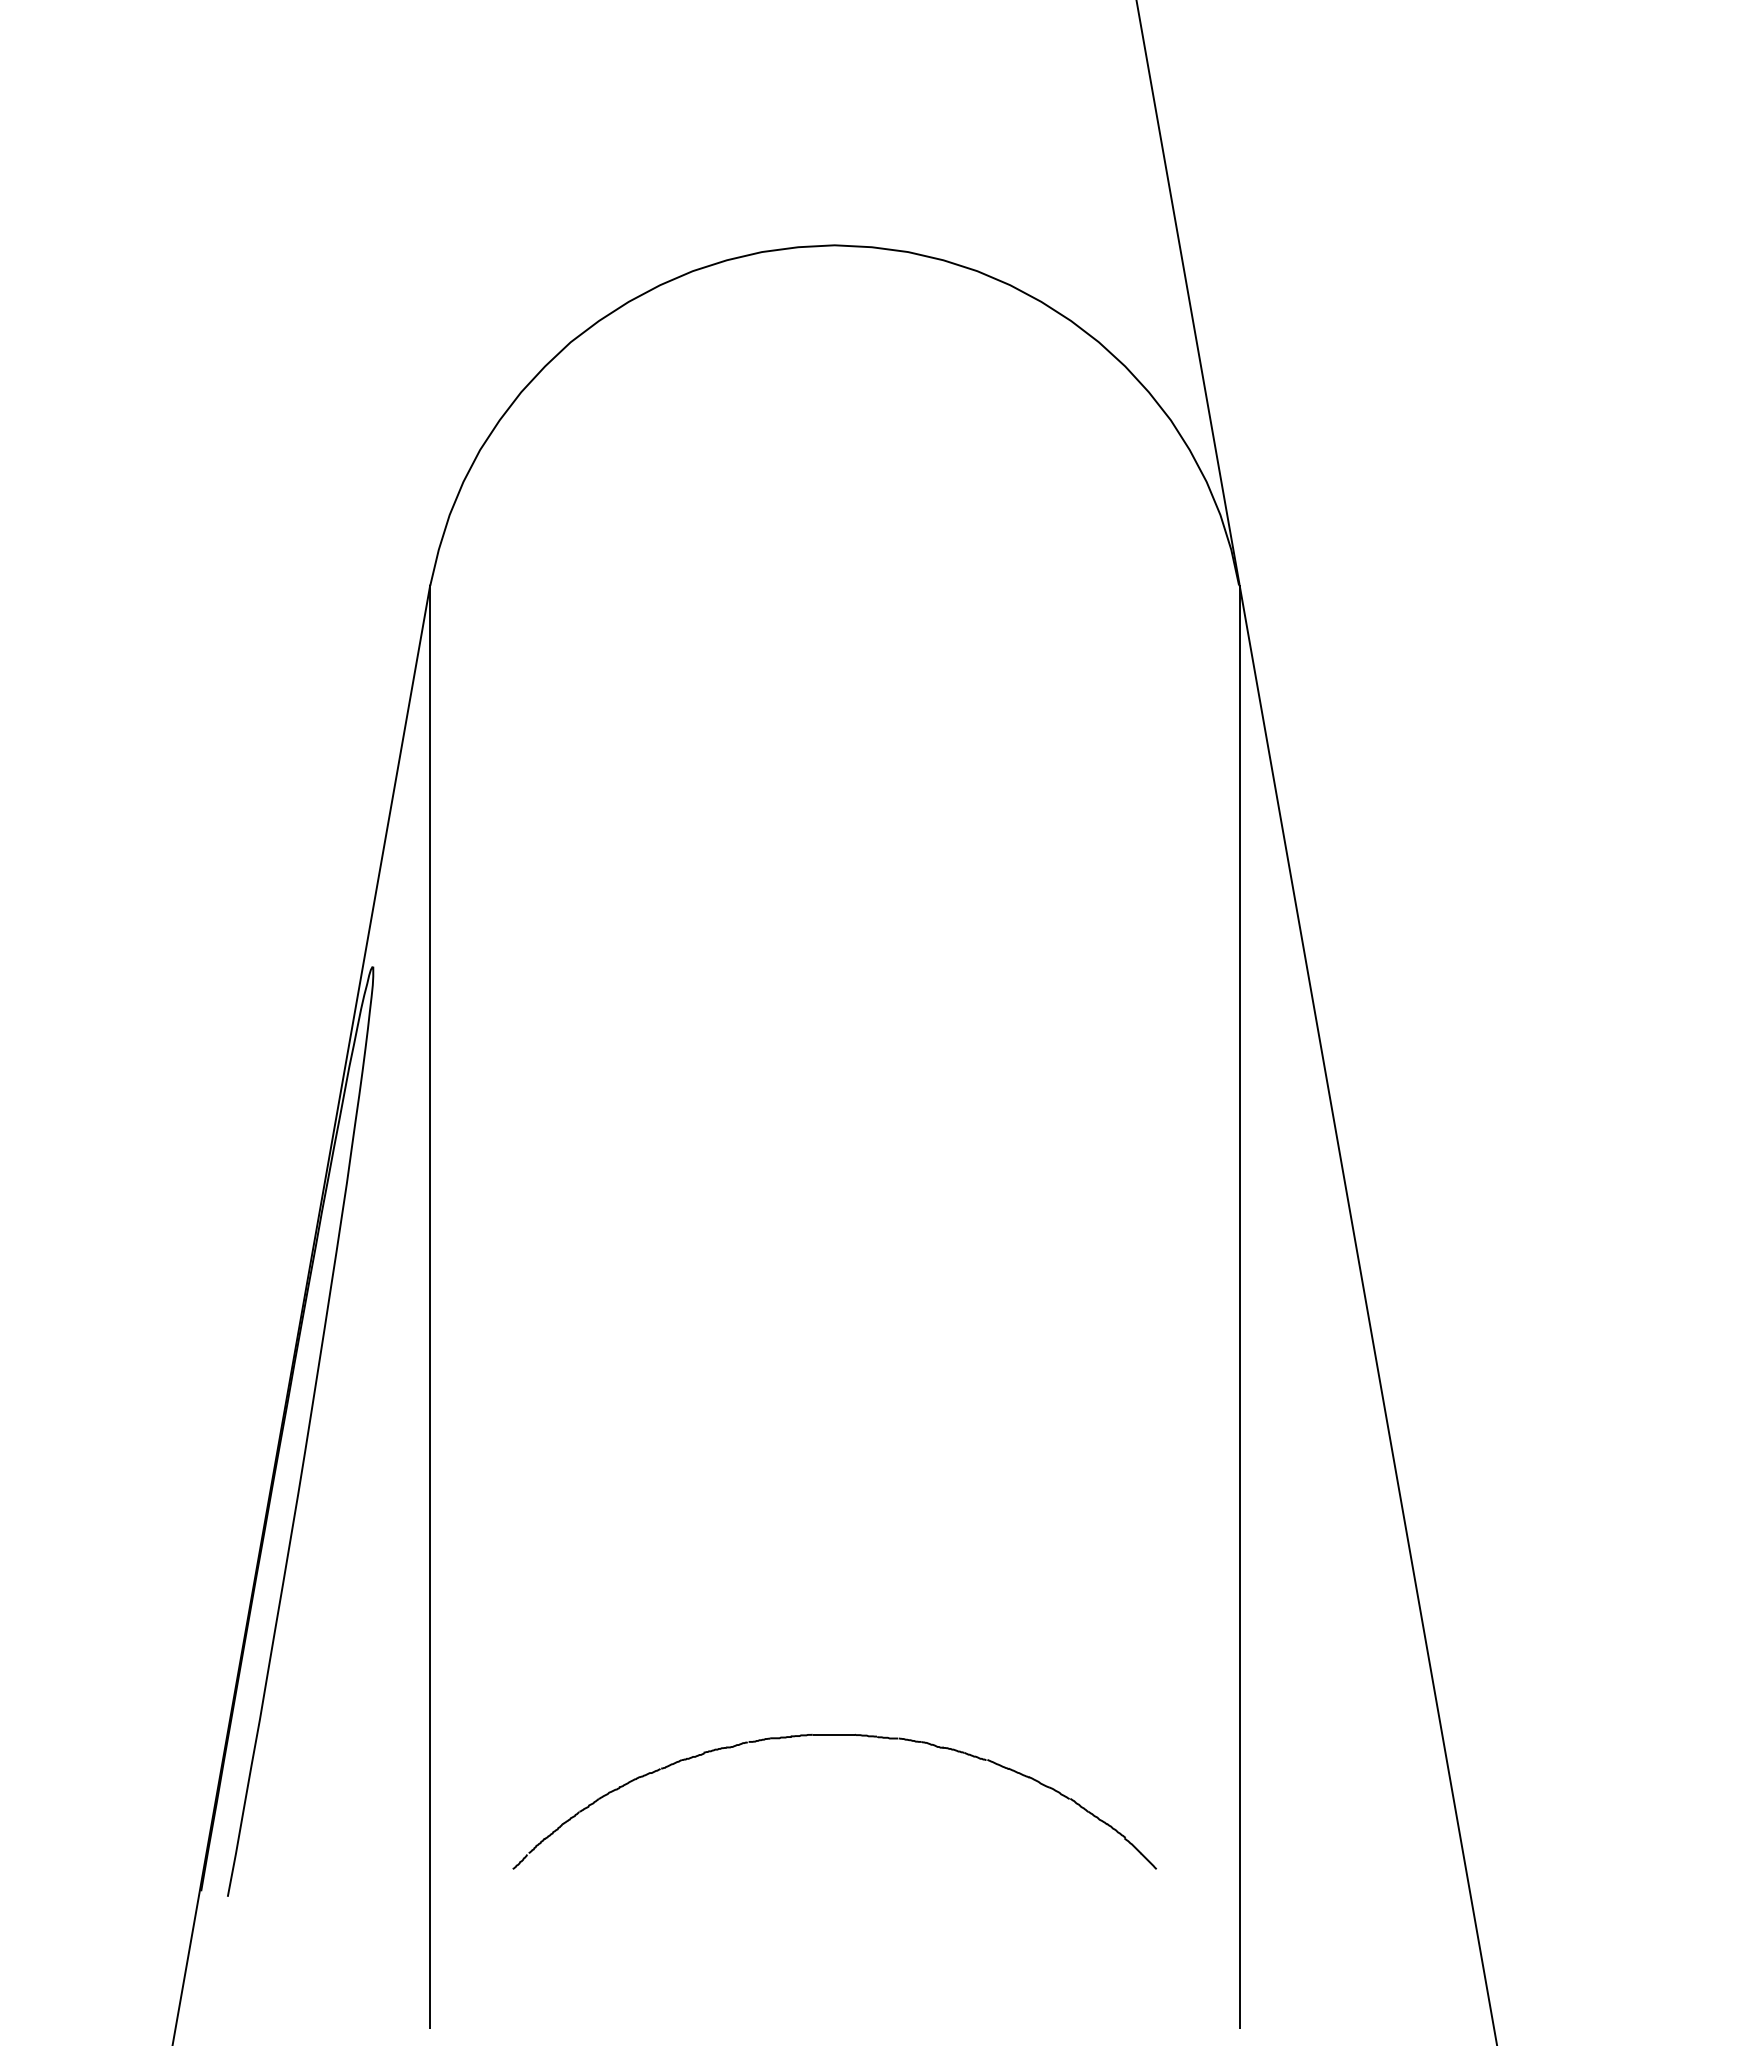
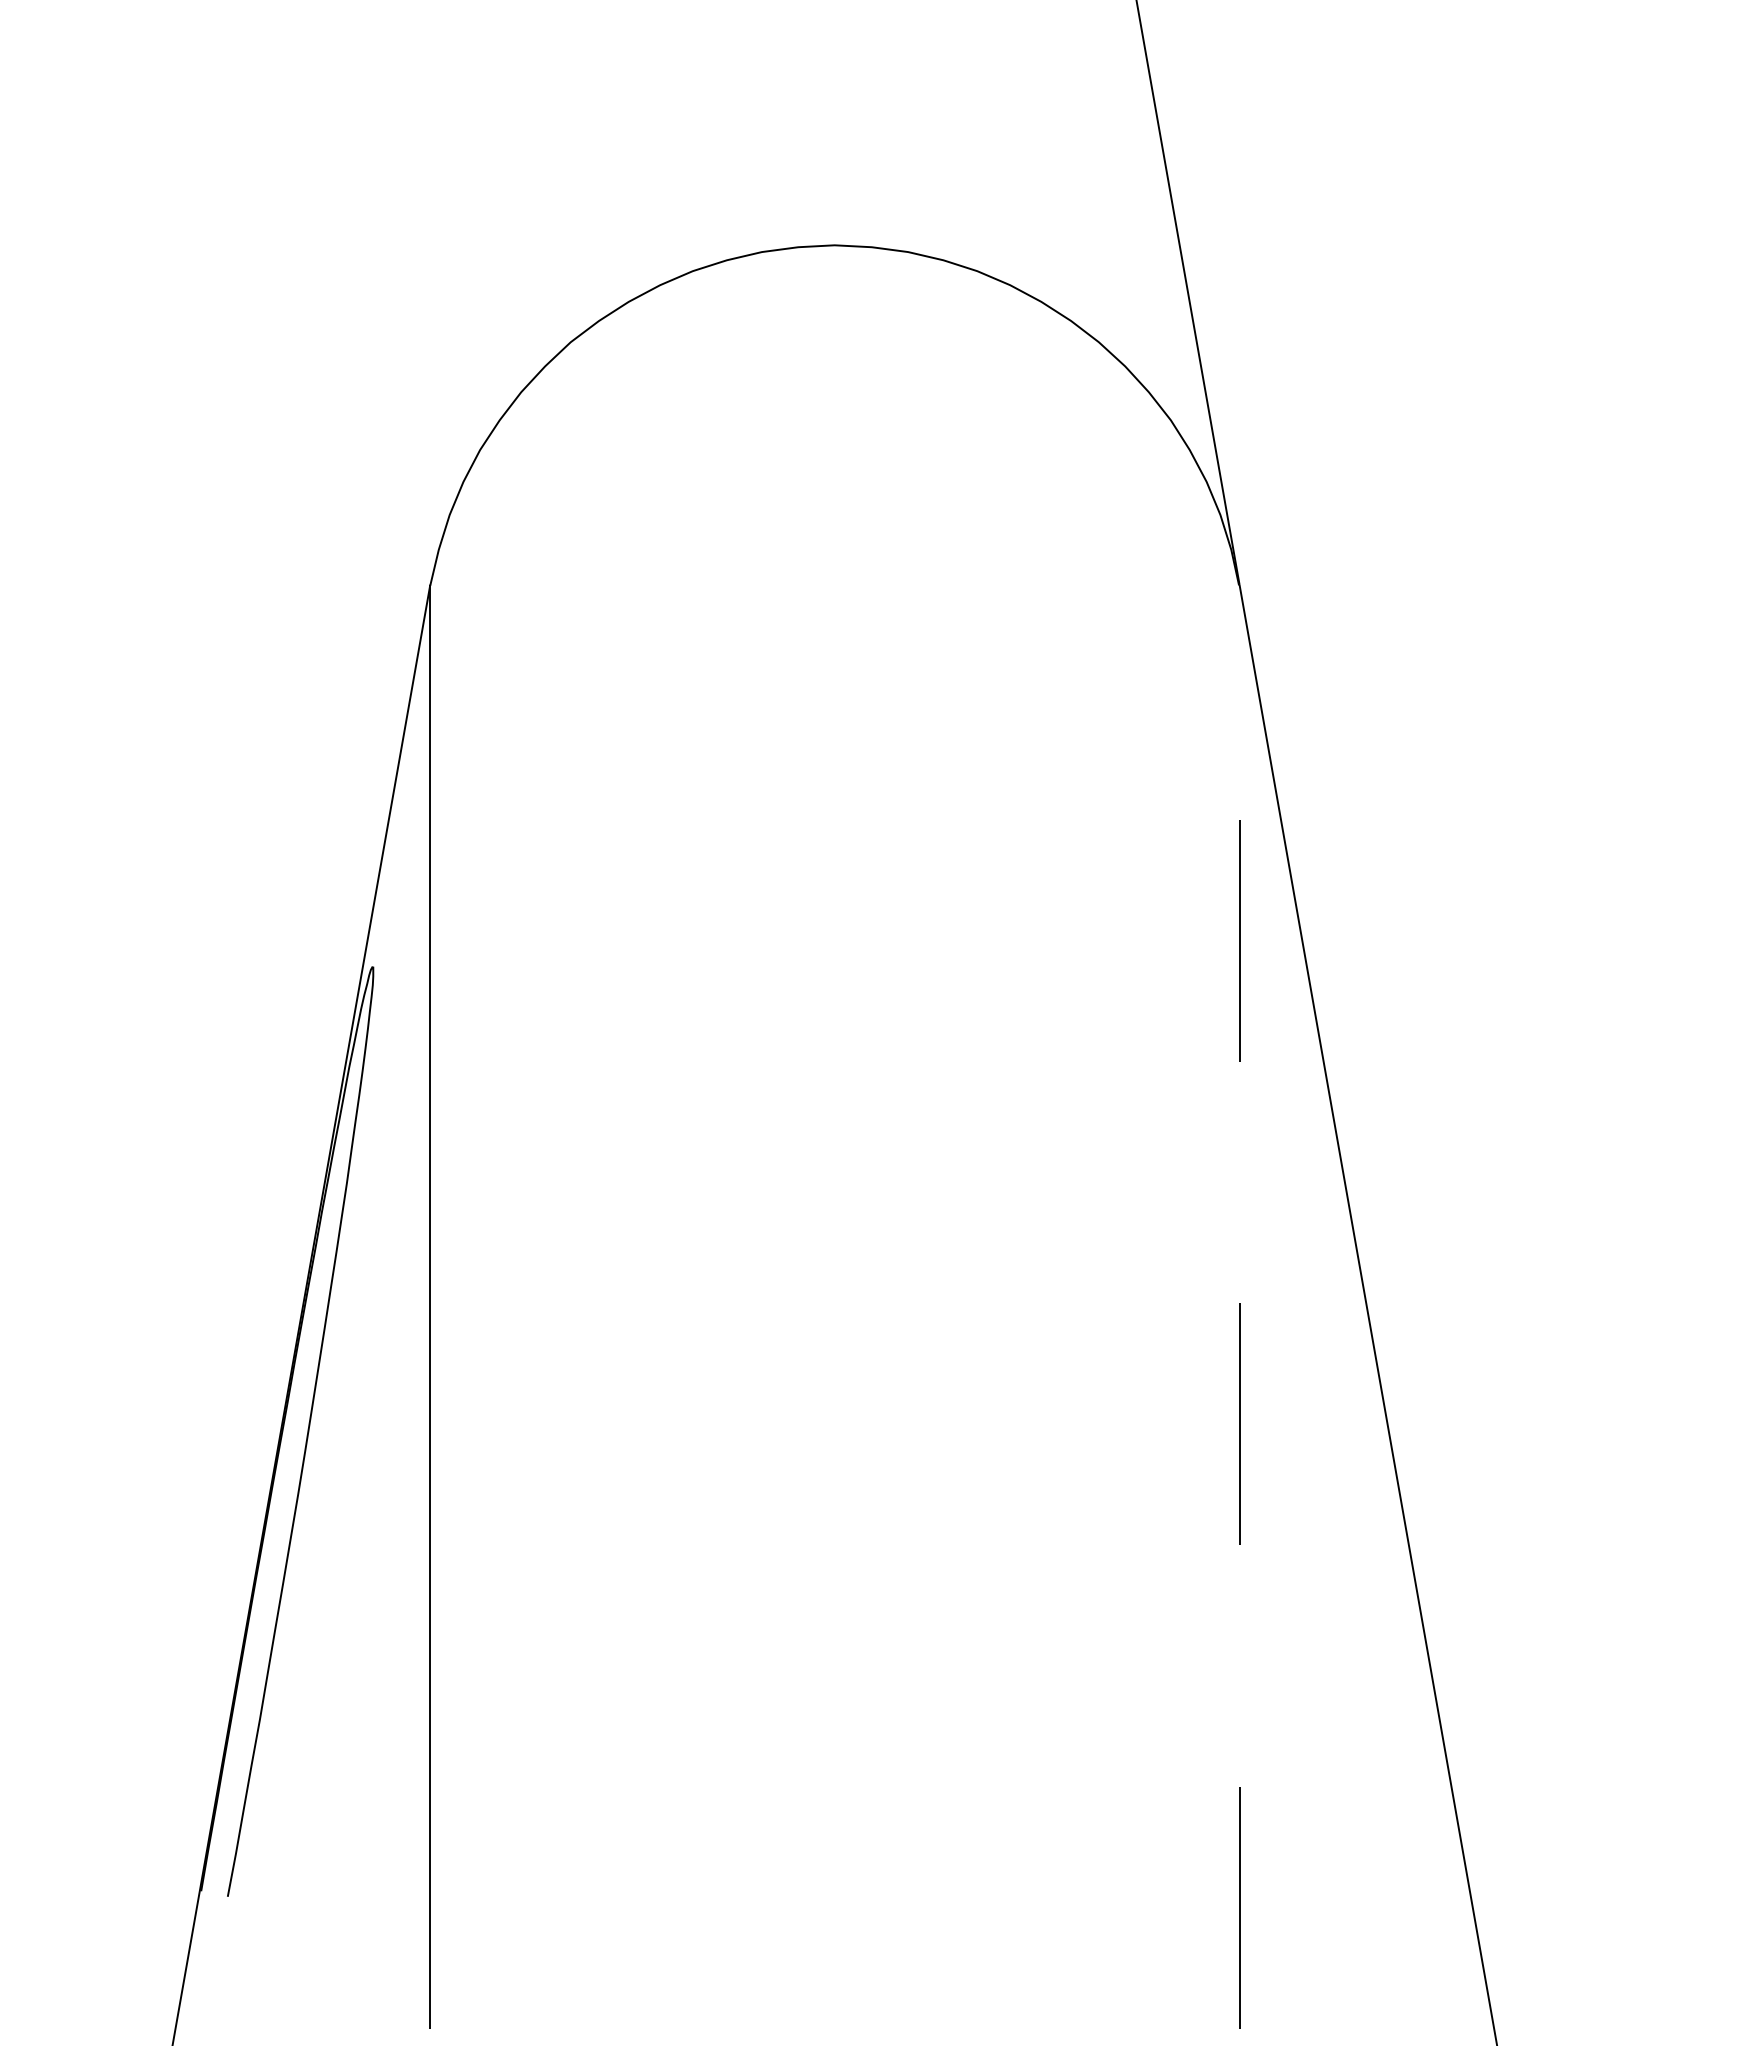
line at (1239, 1306): solid -> dashed
part at (834, 1735): present -> none
